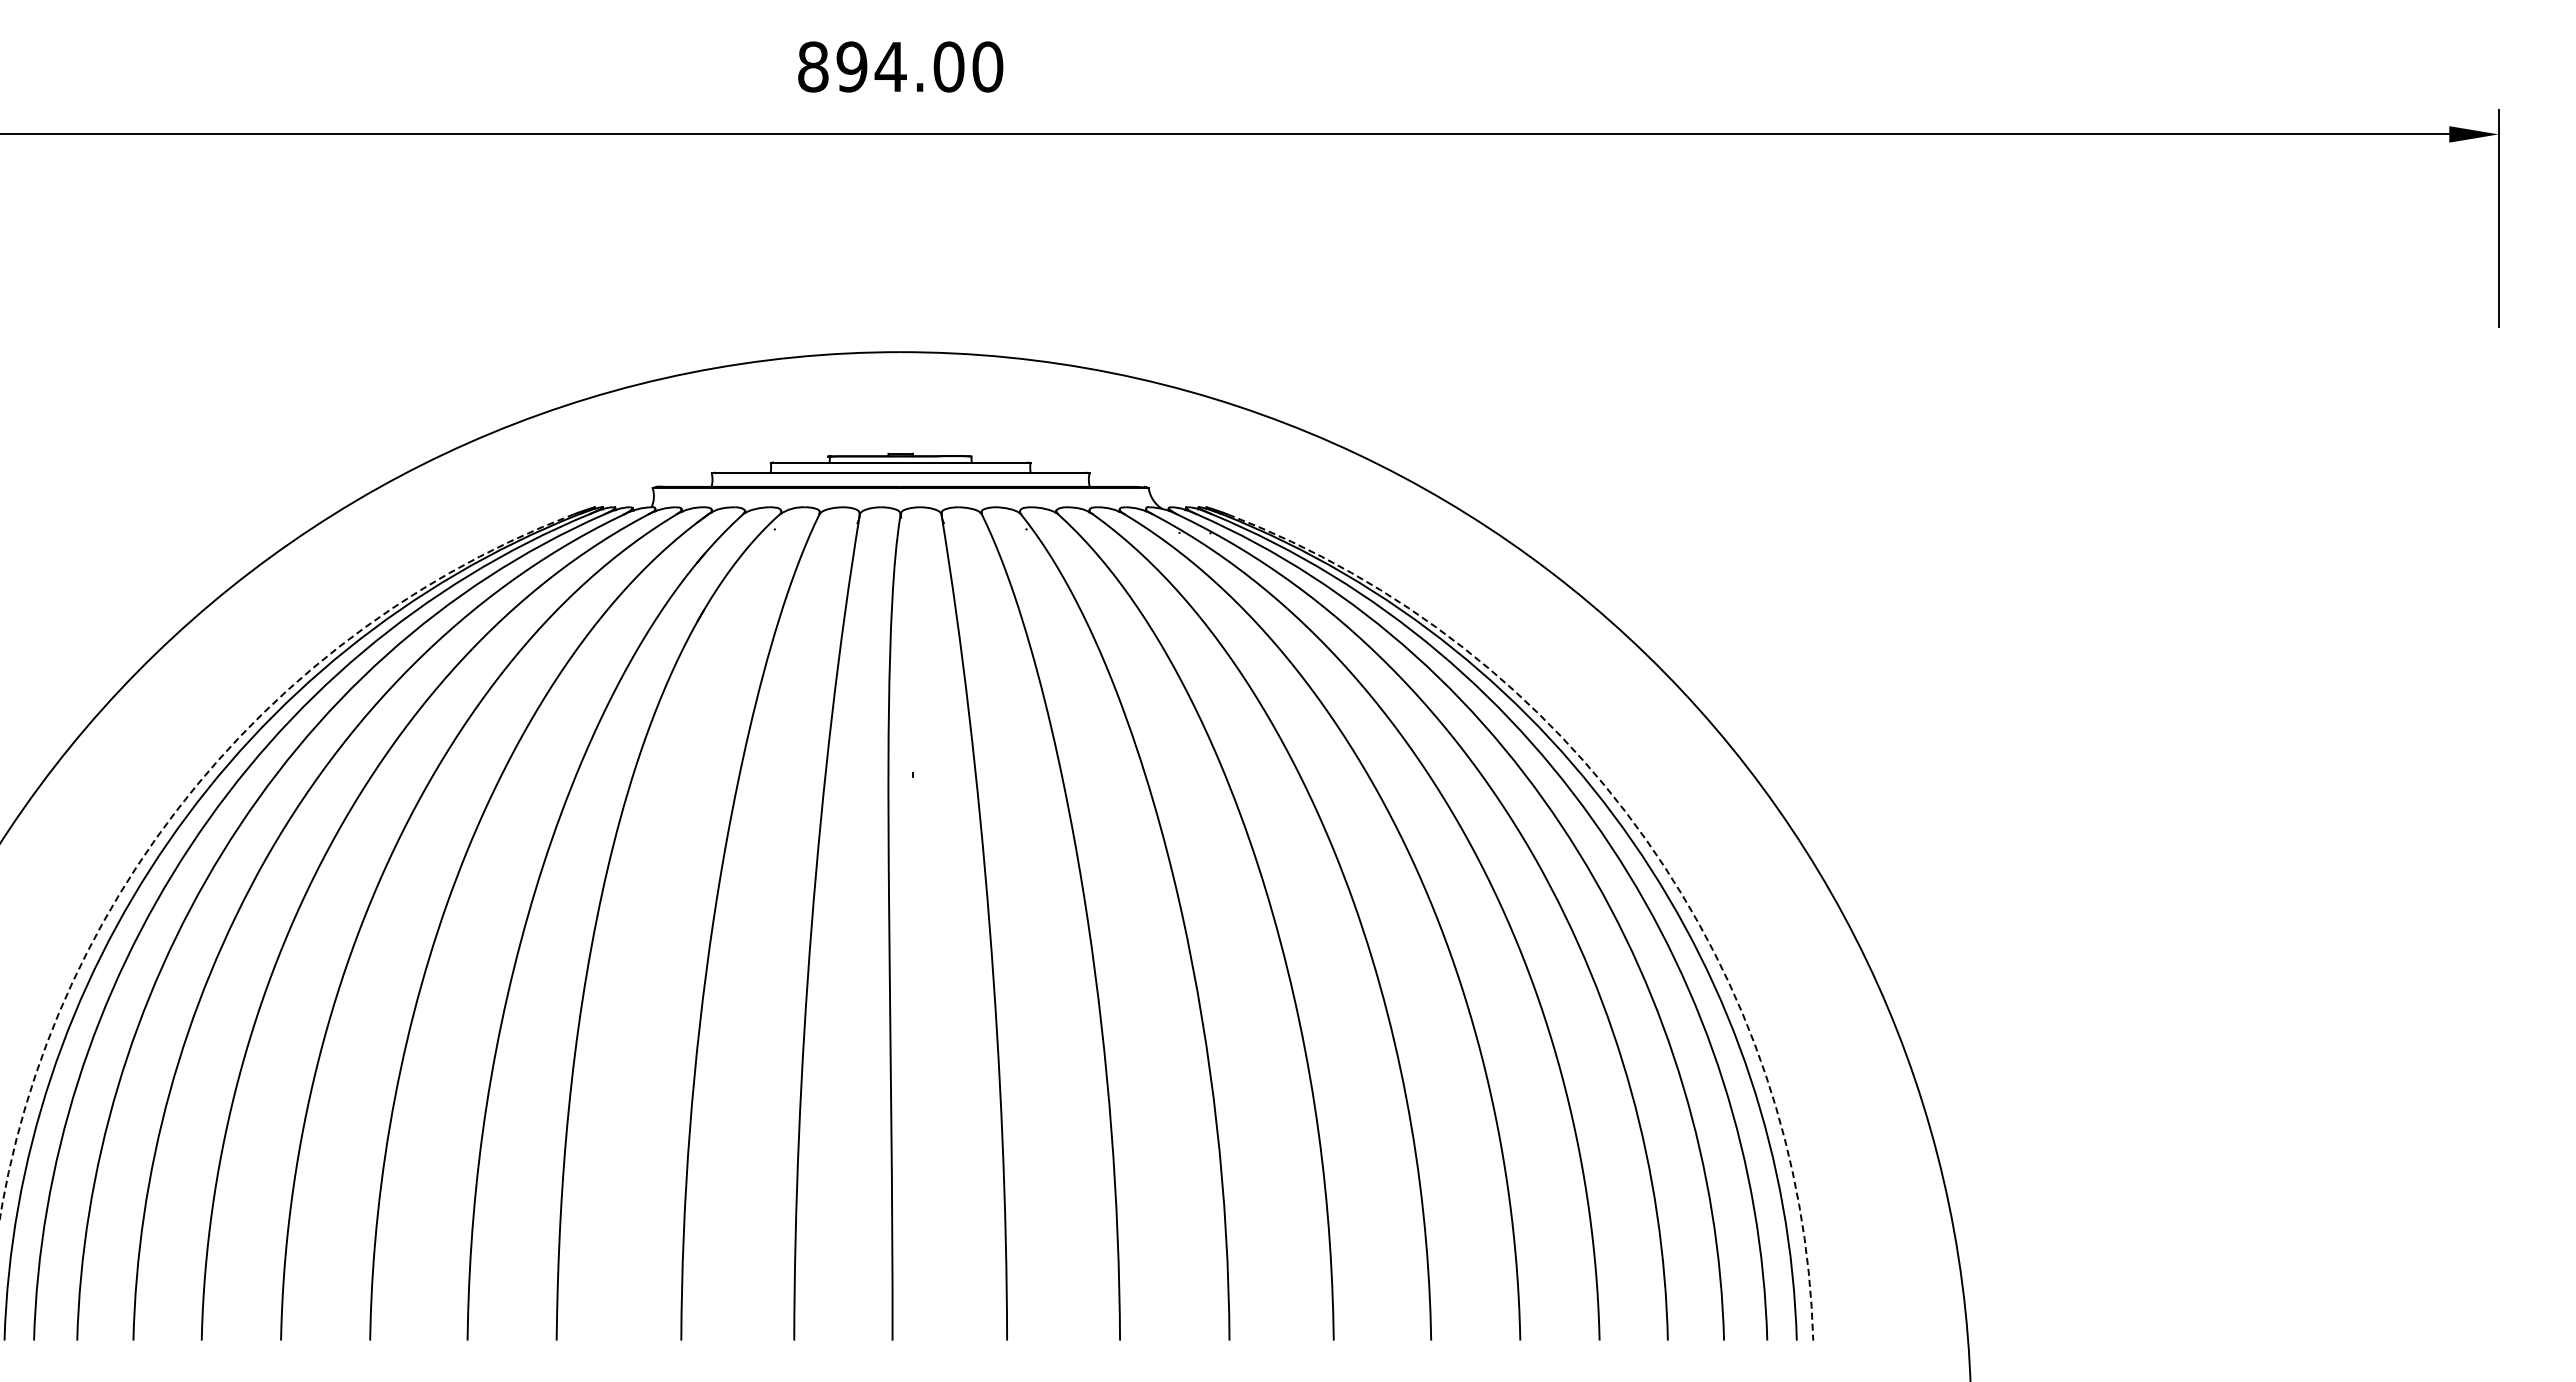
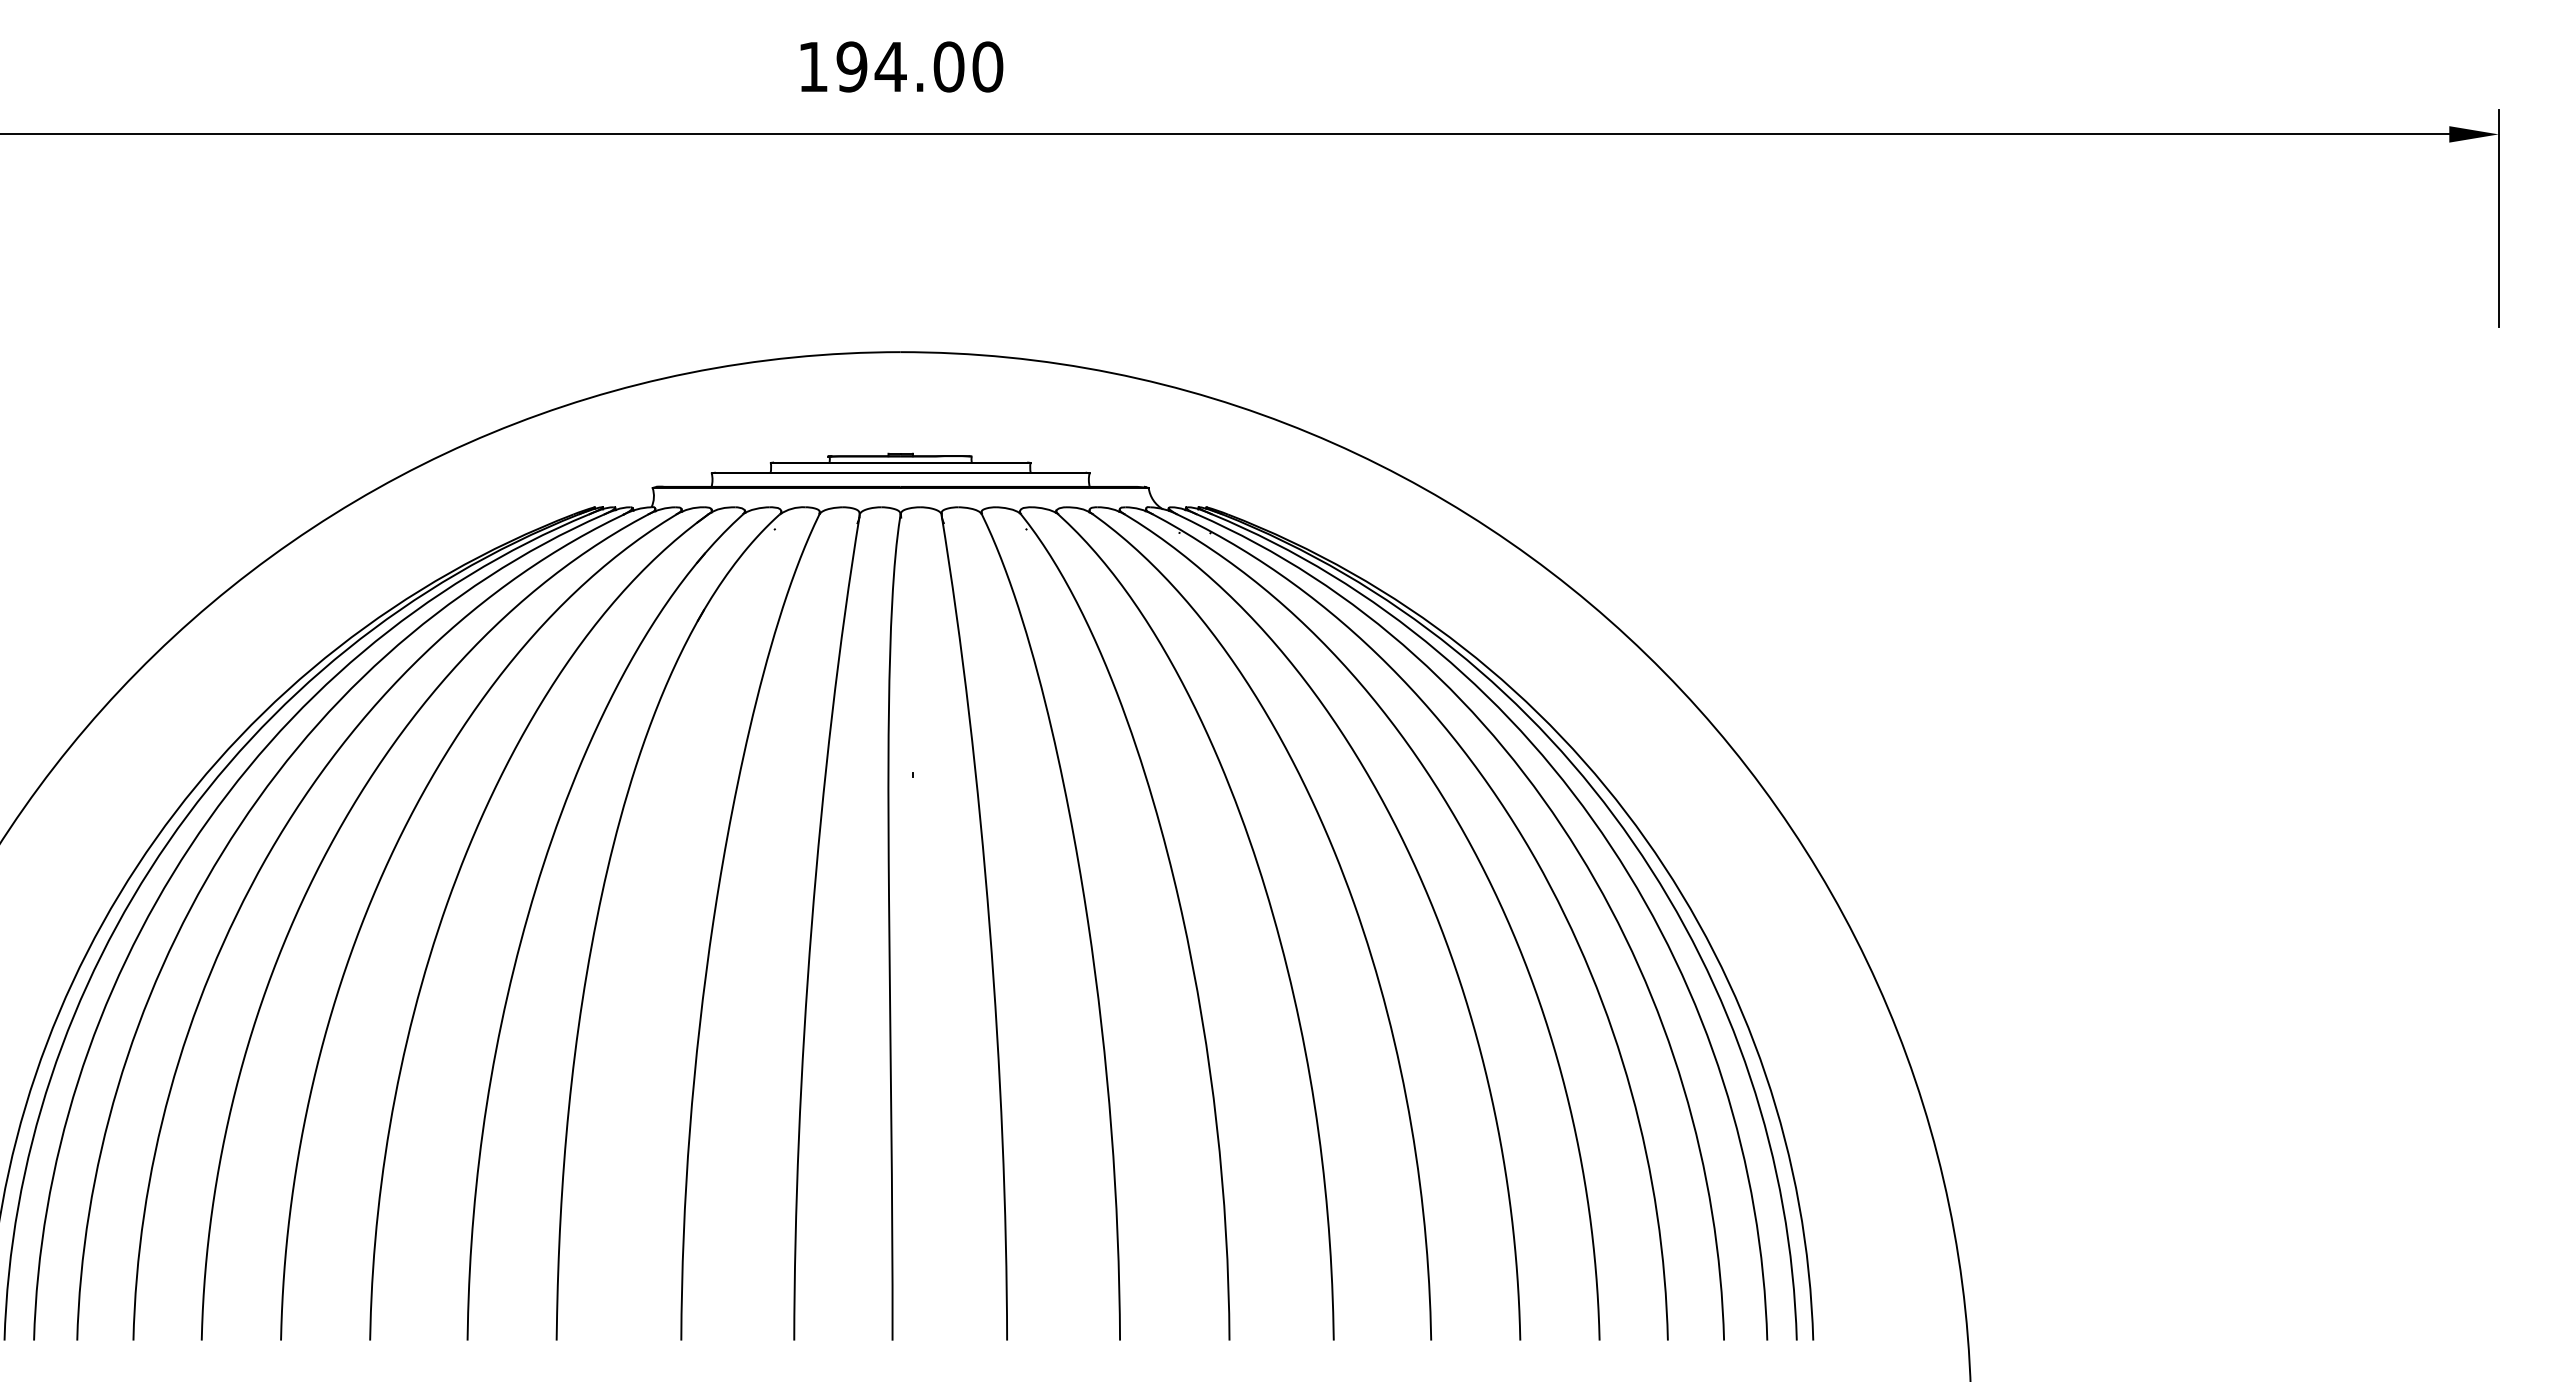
text at (813, 66): 894.00 -> 194.00
arc at (192, 790): dashed -> solid
arc at (1645, 839): dashed -> solid
